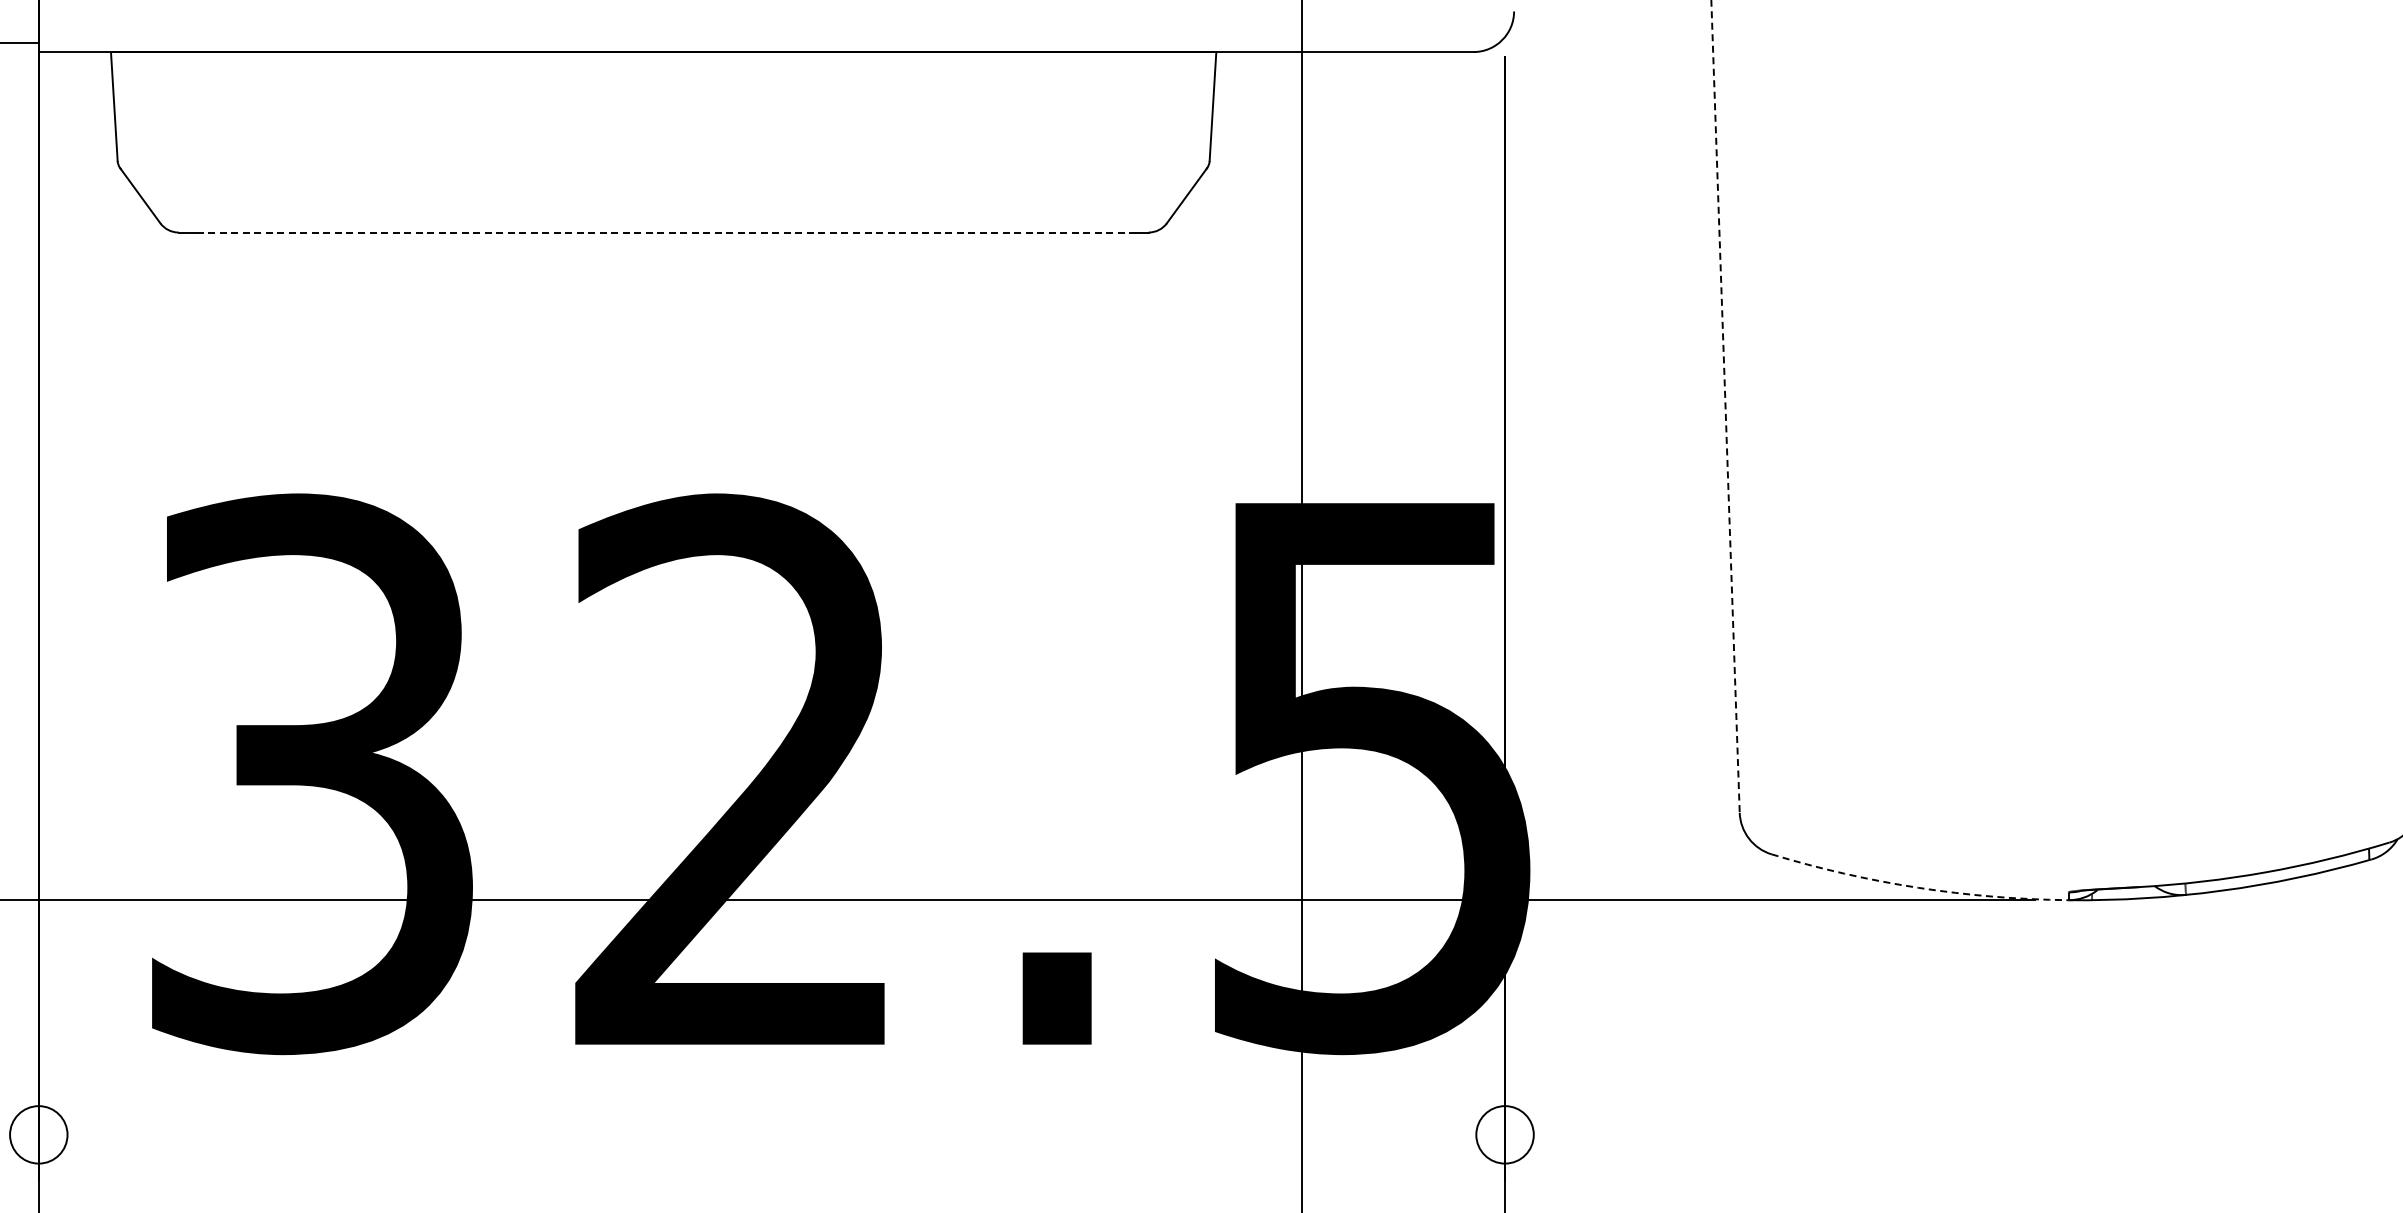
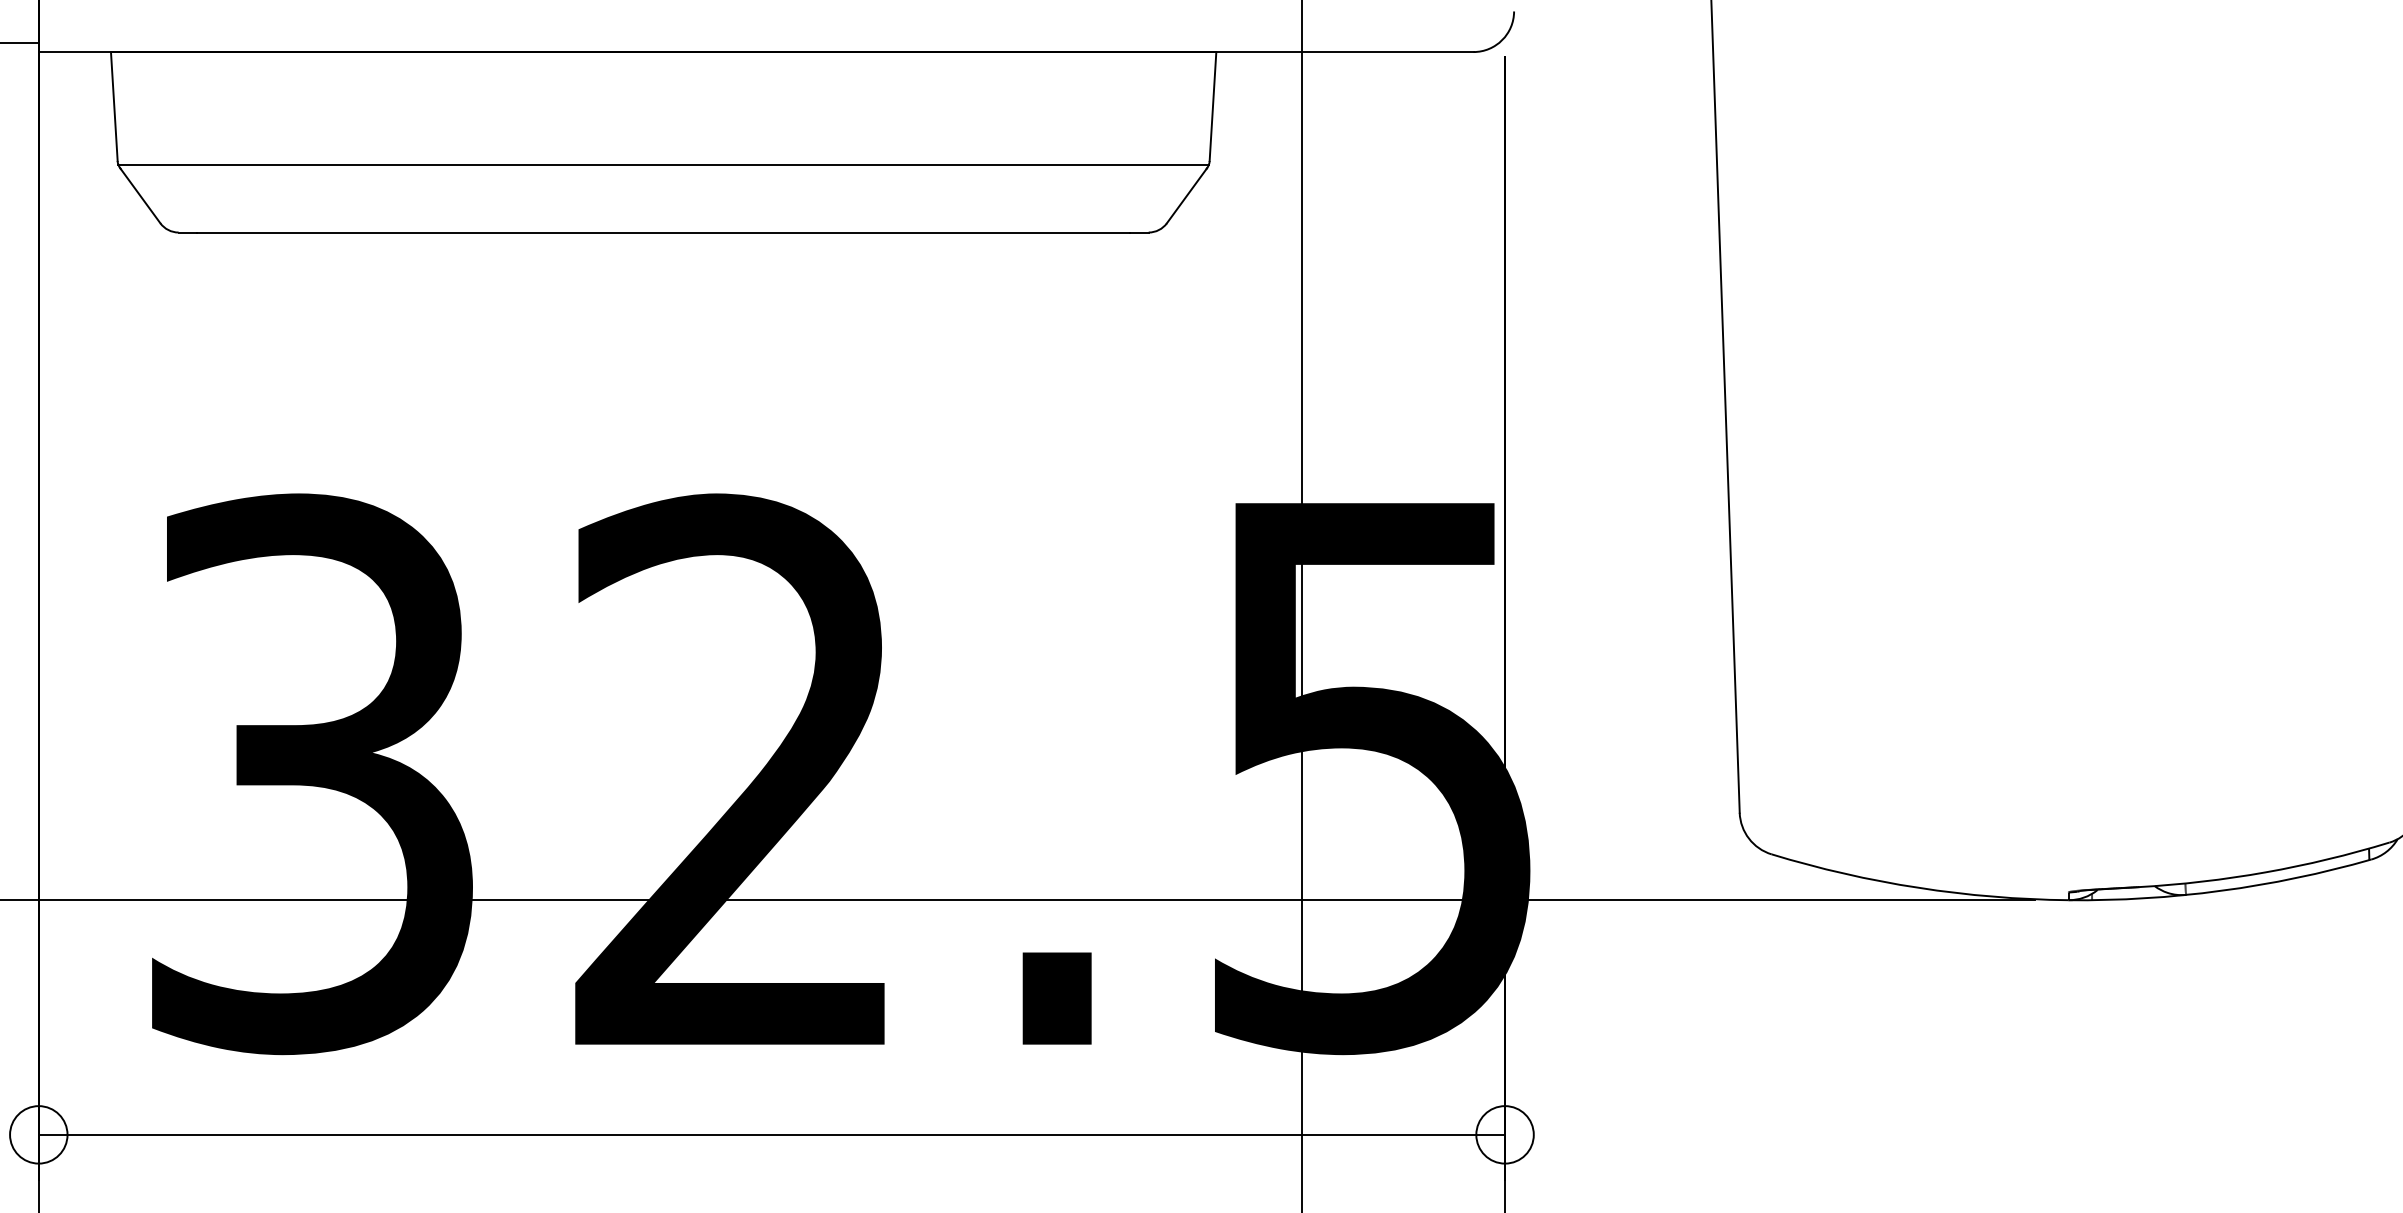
line at (663, 165): none -> present
line at (663, 232): dashed -> solid
line at (1725, 407): dashed -> solid
arc at (1918, 887): dashed -> solid
line at (771, 1134): none -> present
